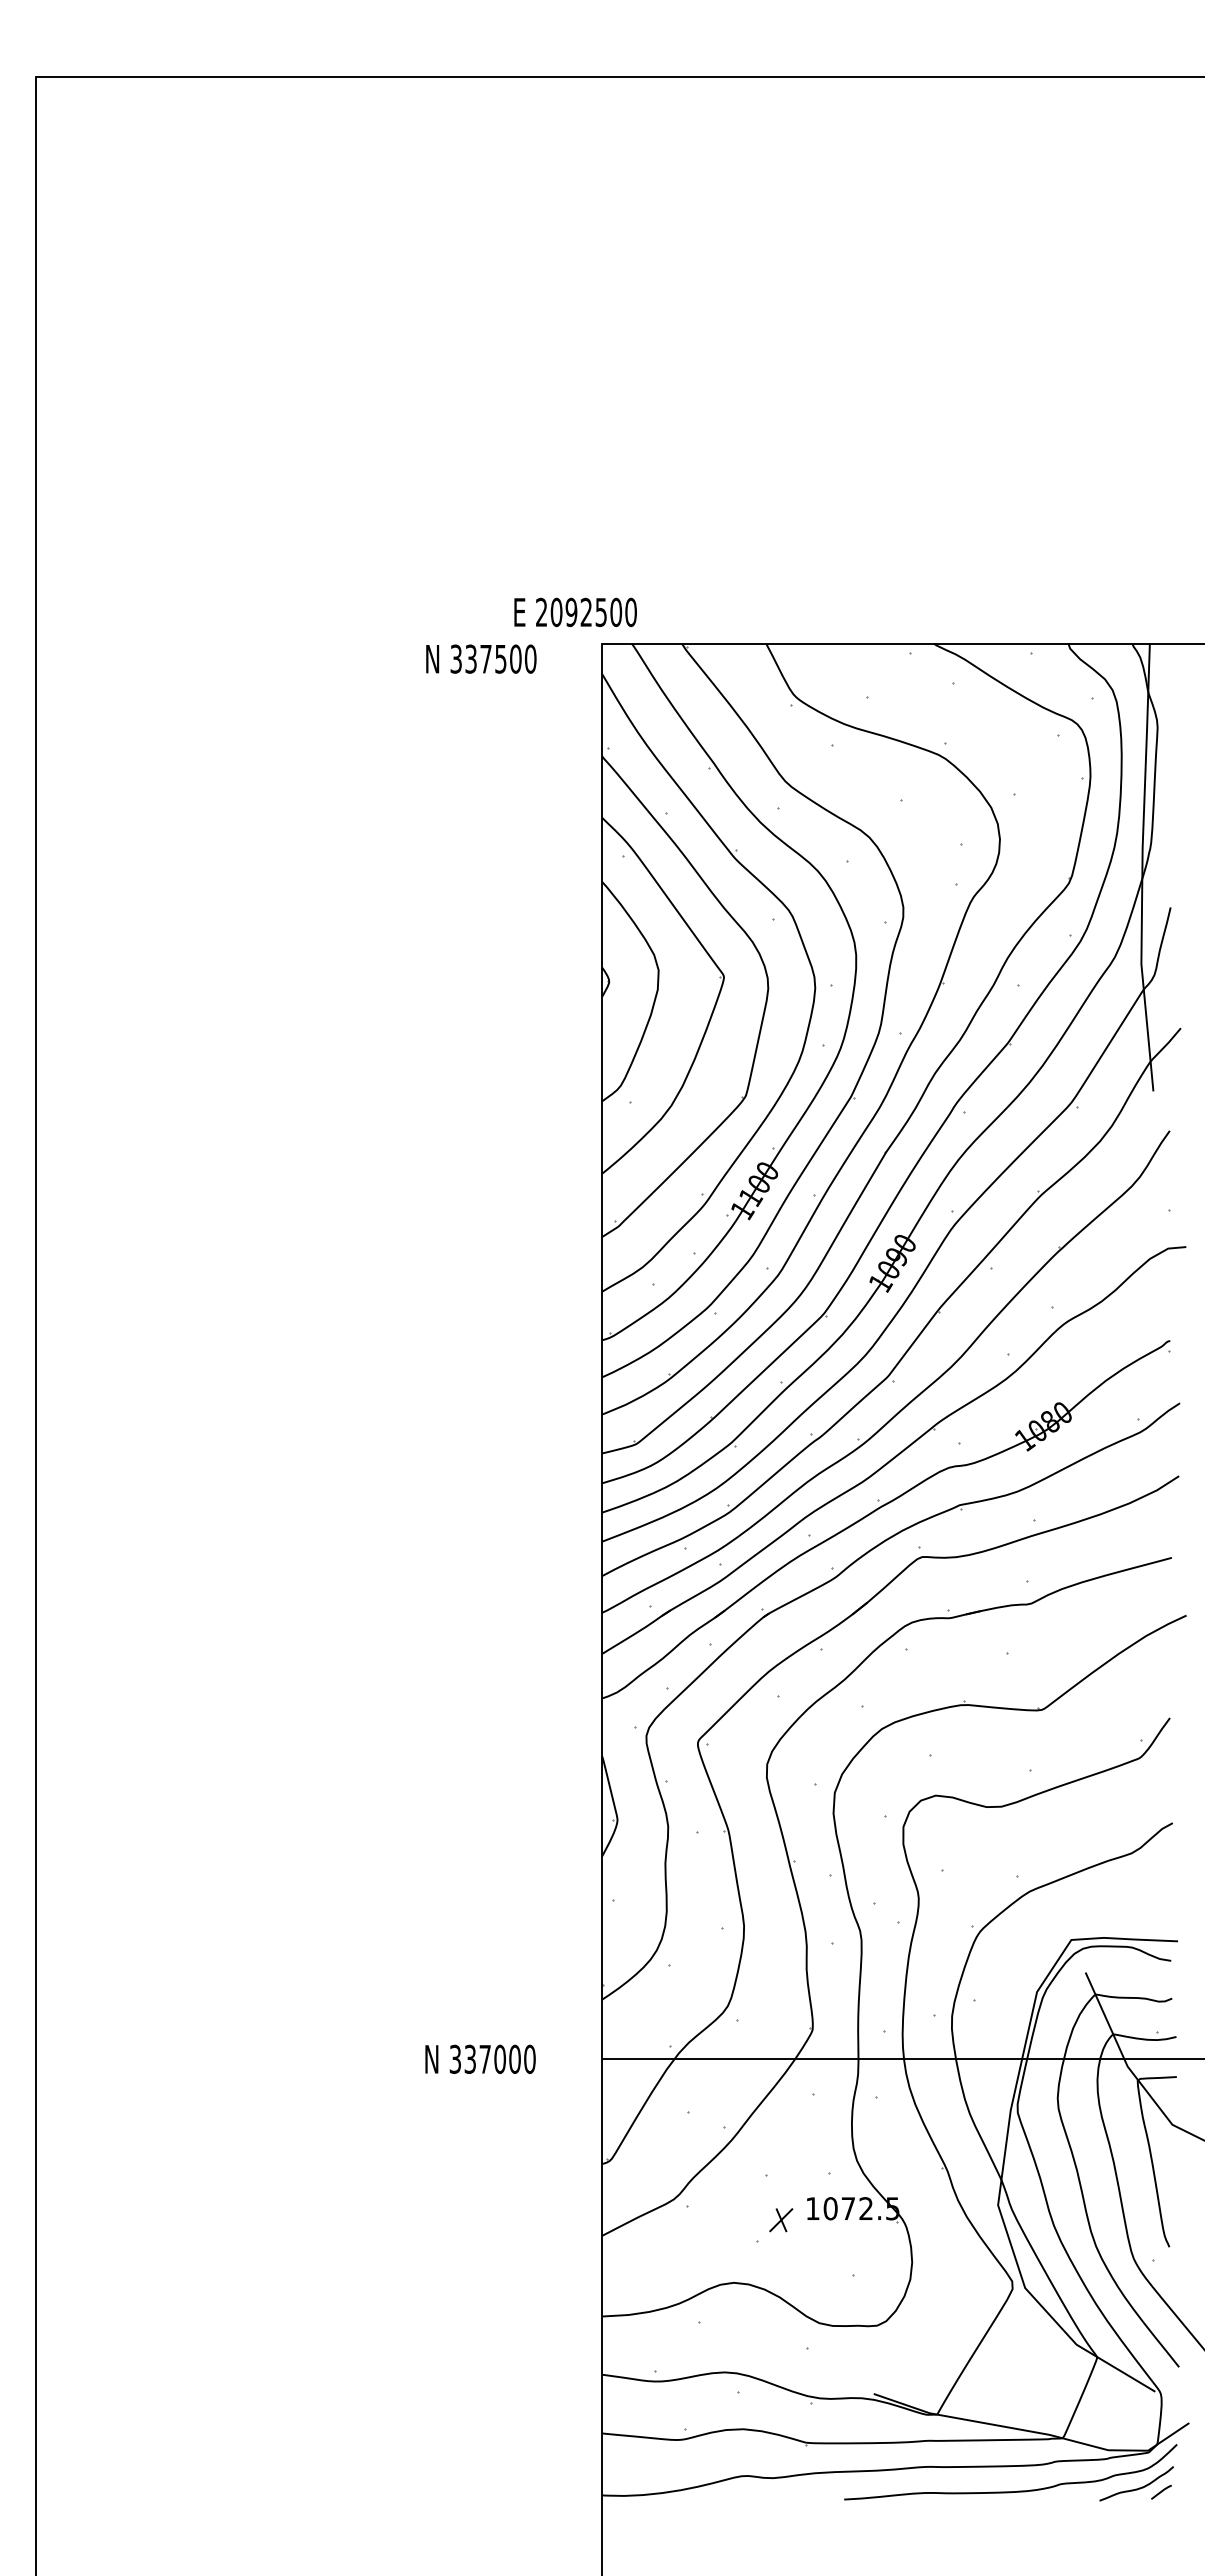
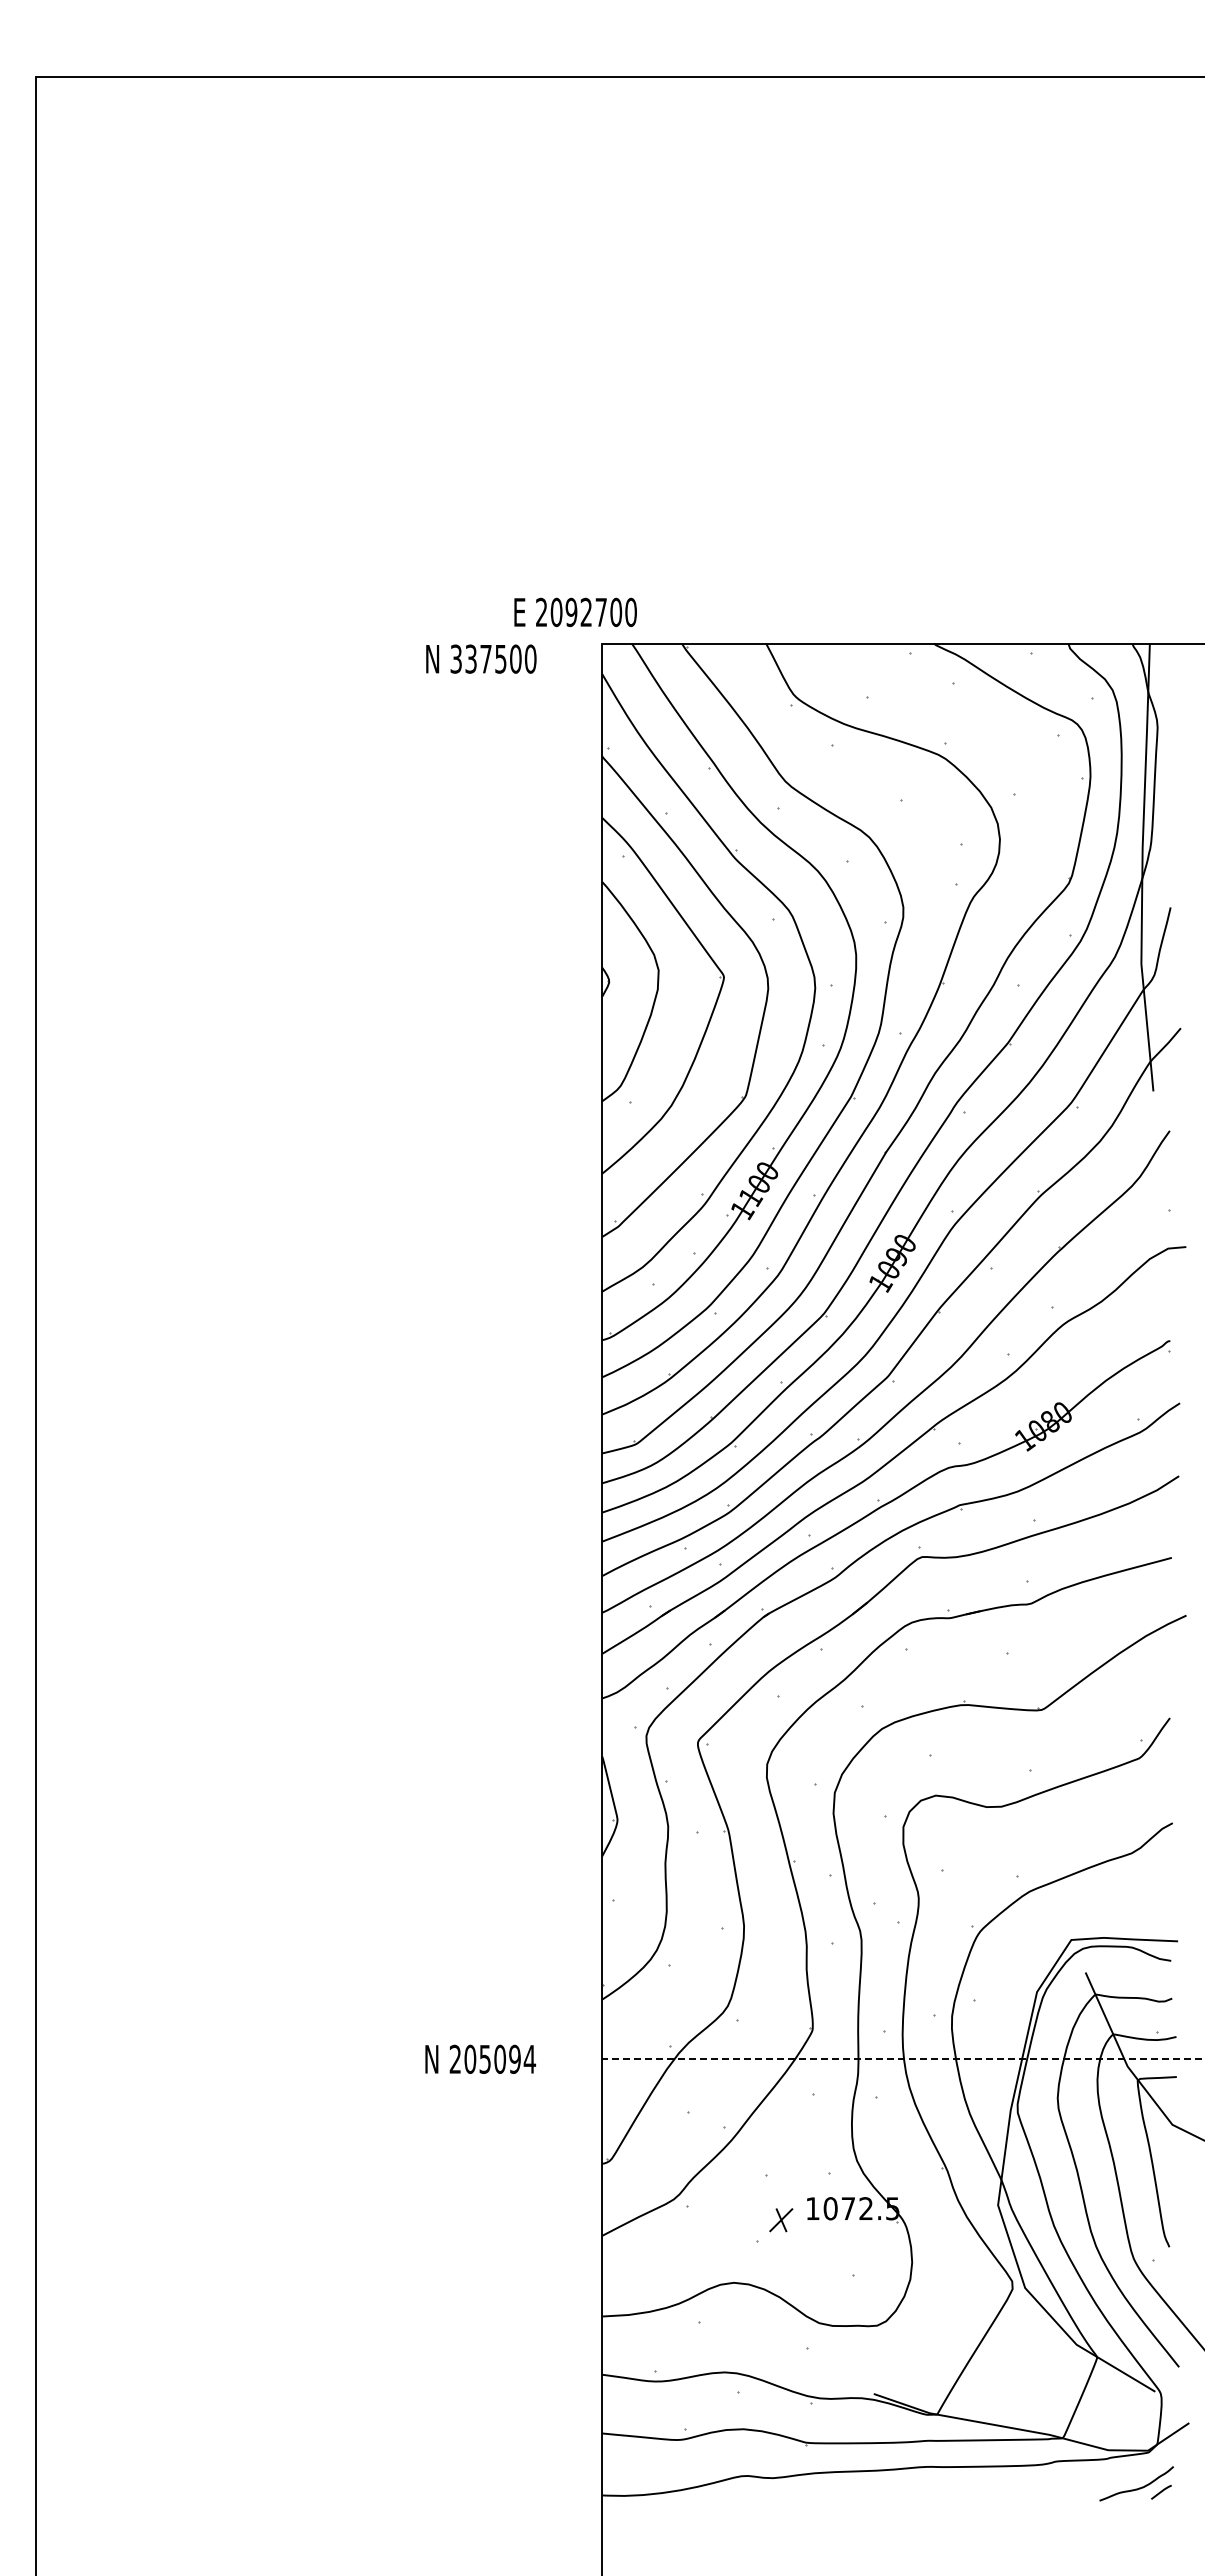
text at (600, 612): 2092500 -> 2092700
text at (492, 2058): 337000 -> 205094
line at (903, 2059): solid -> dashed
curve at (1010, 2491): present -> none
